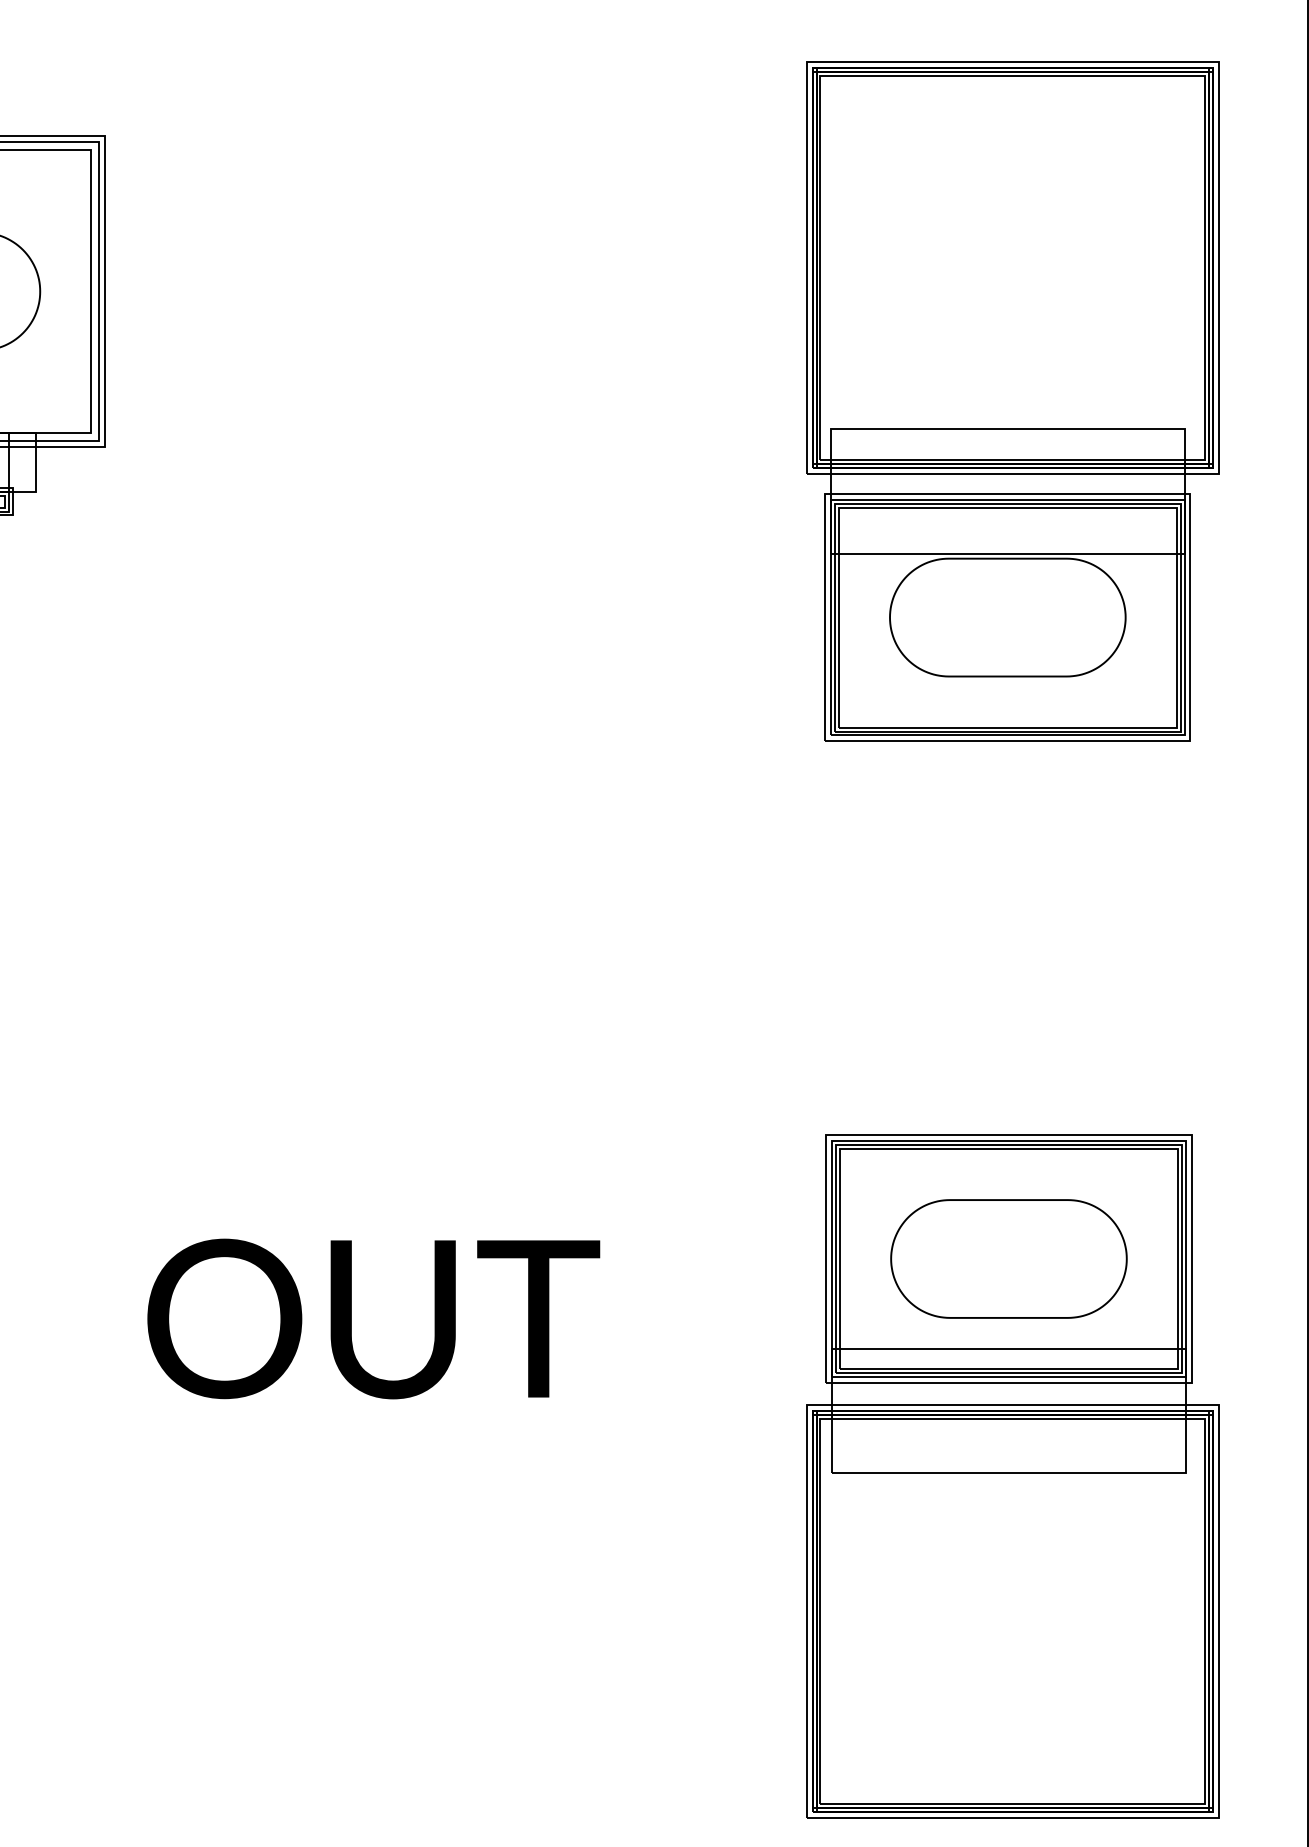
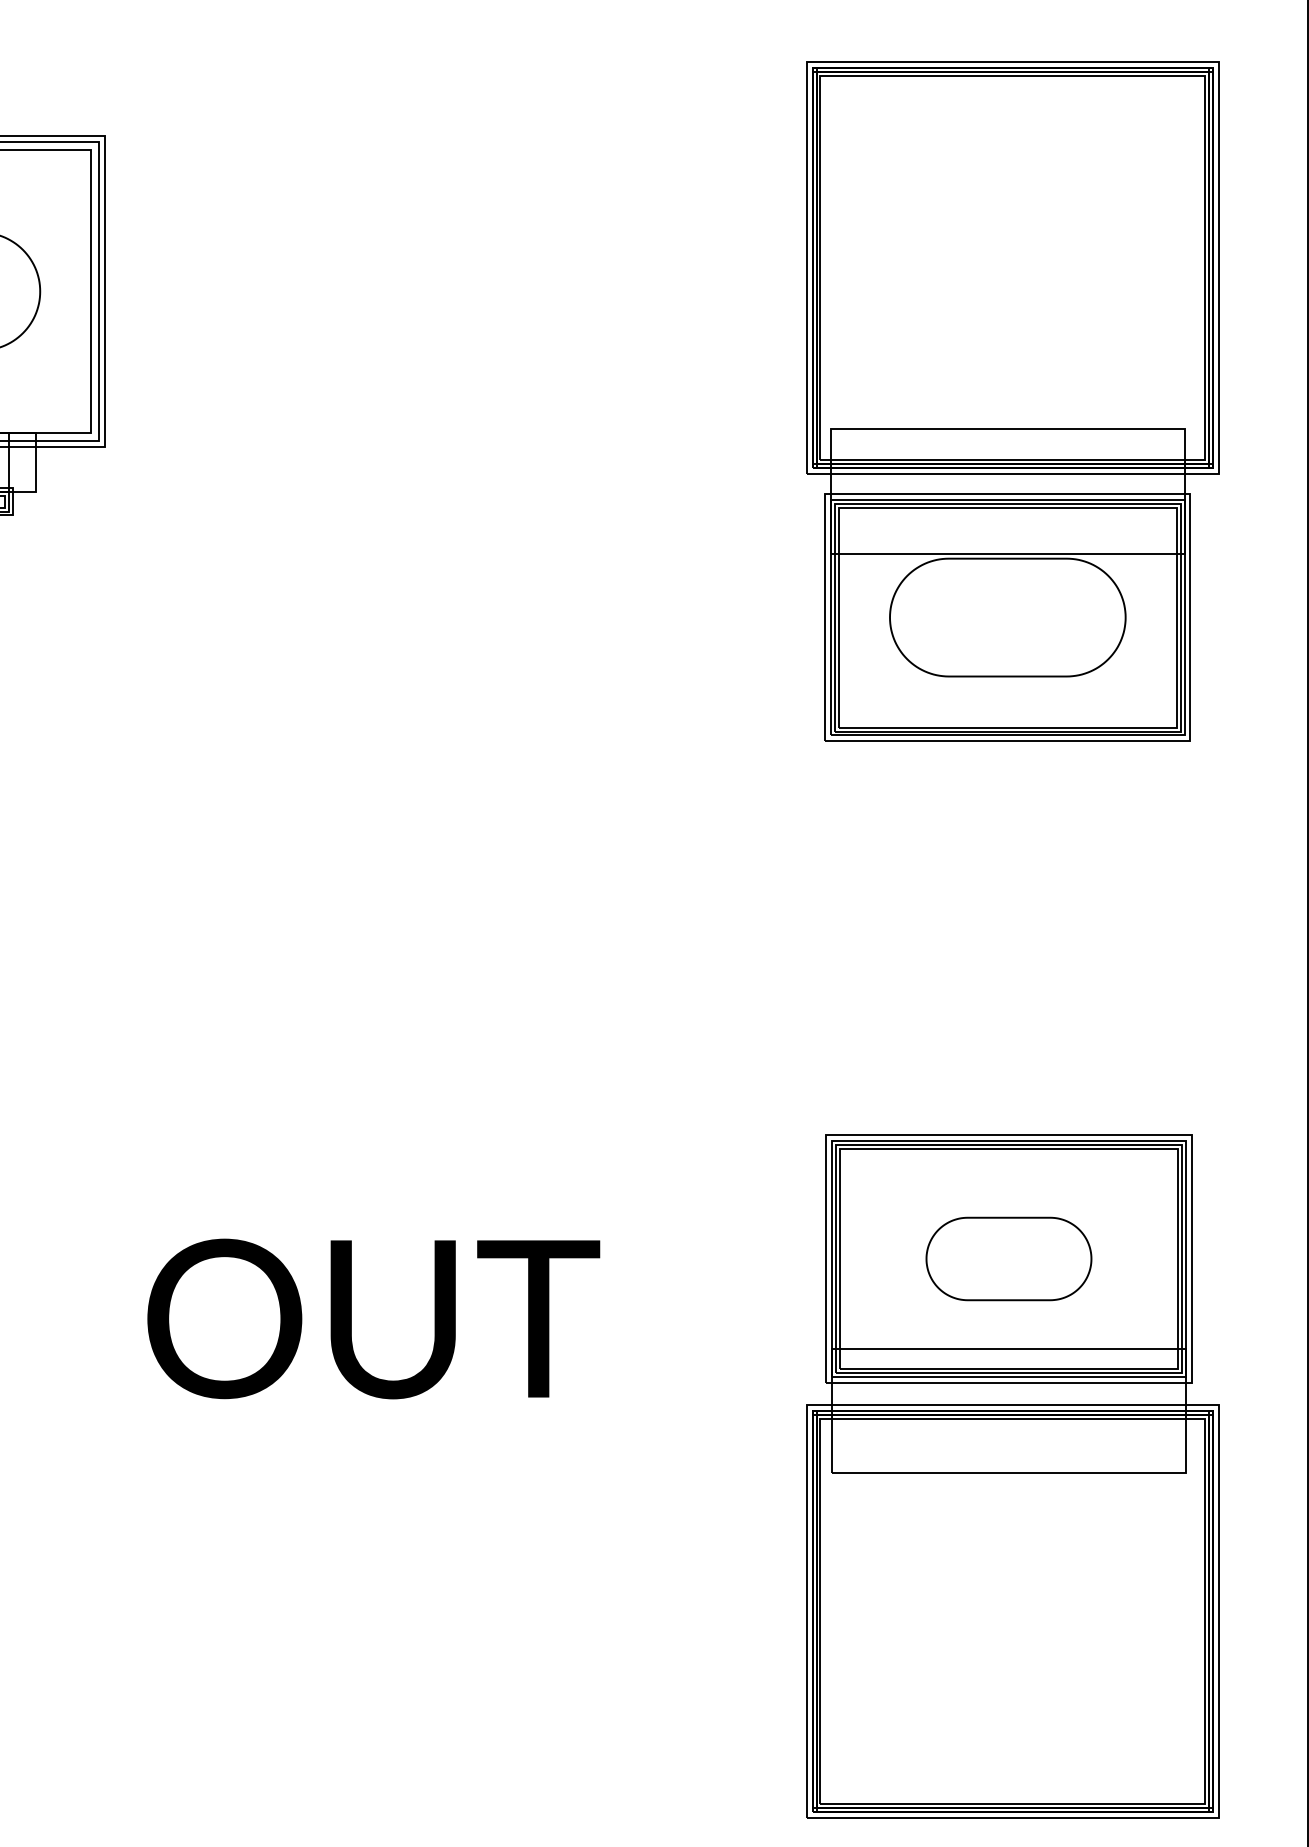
part at (1008, 1258) size: 238x120 px -> 168x86 px
